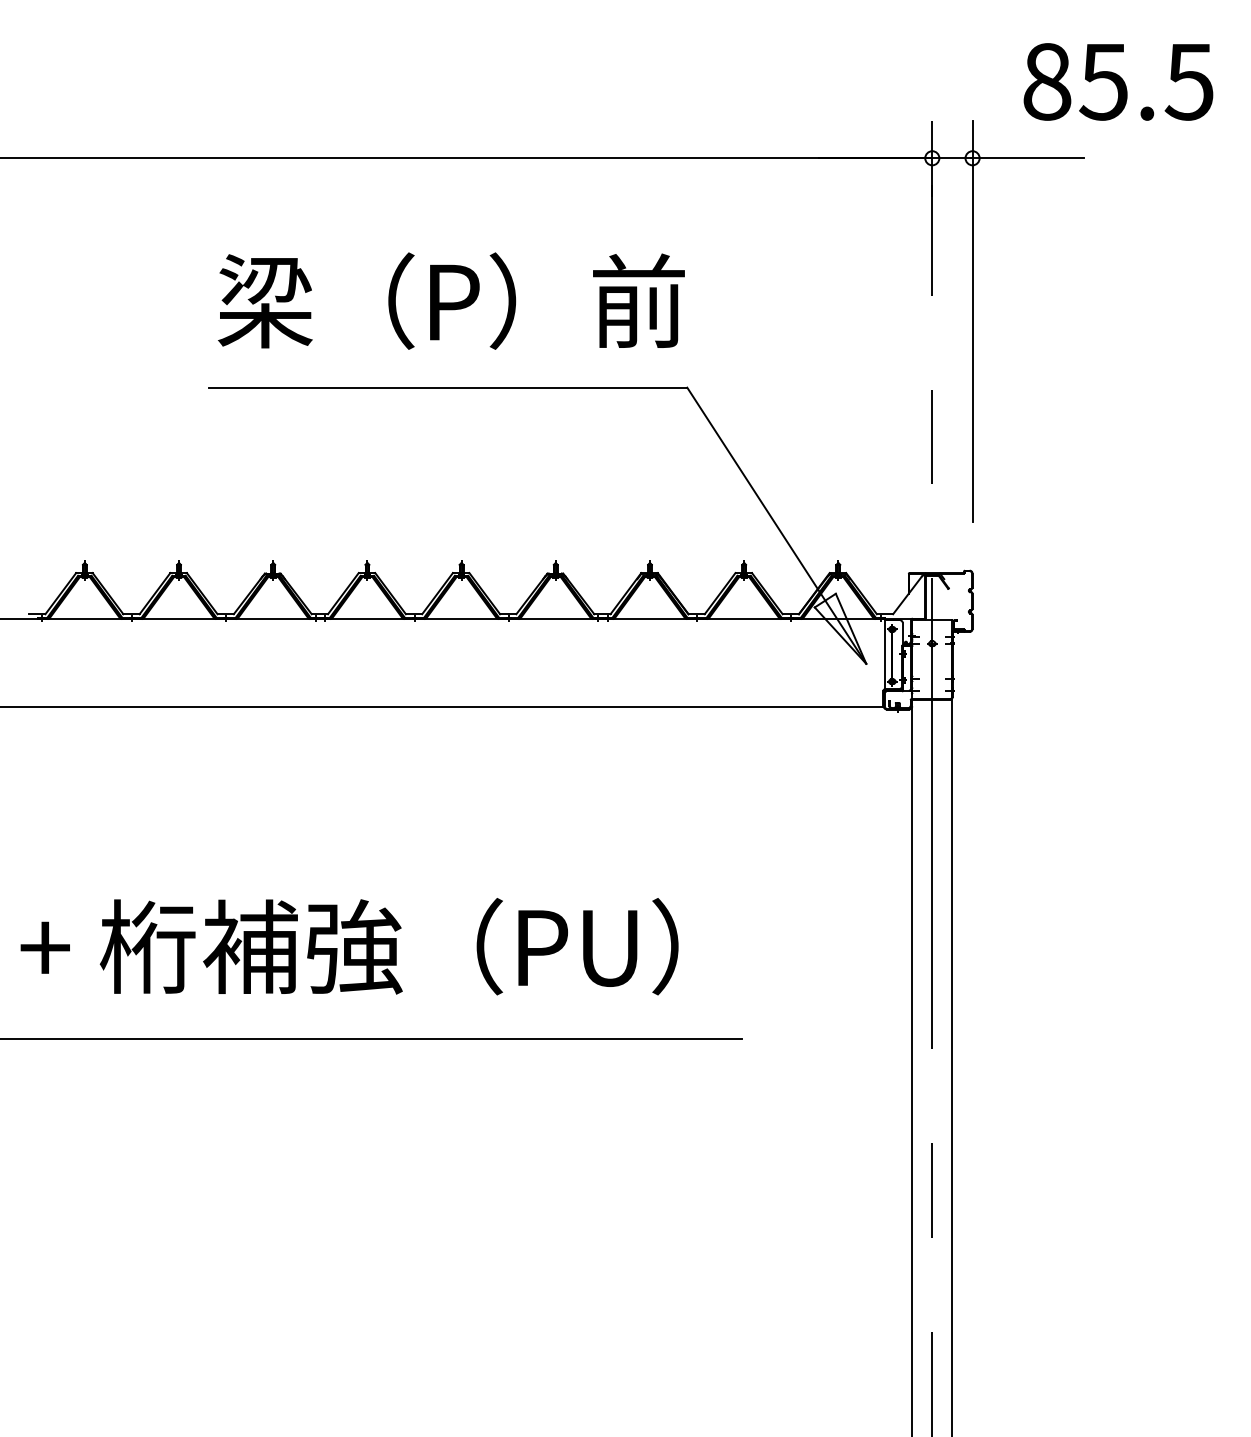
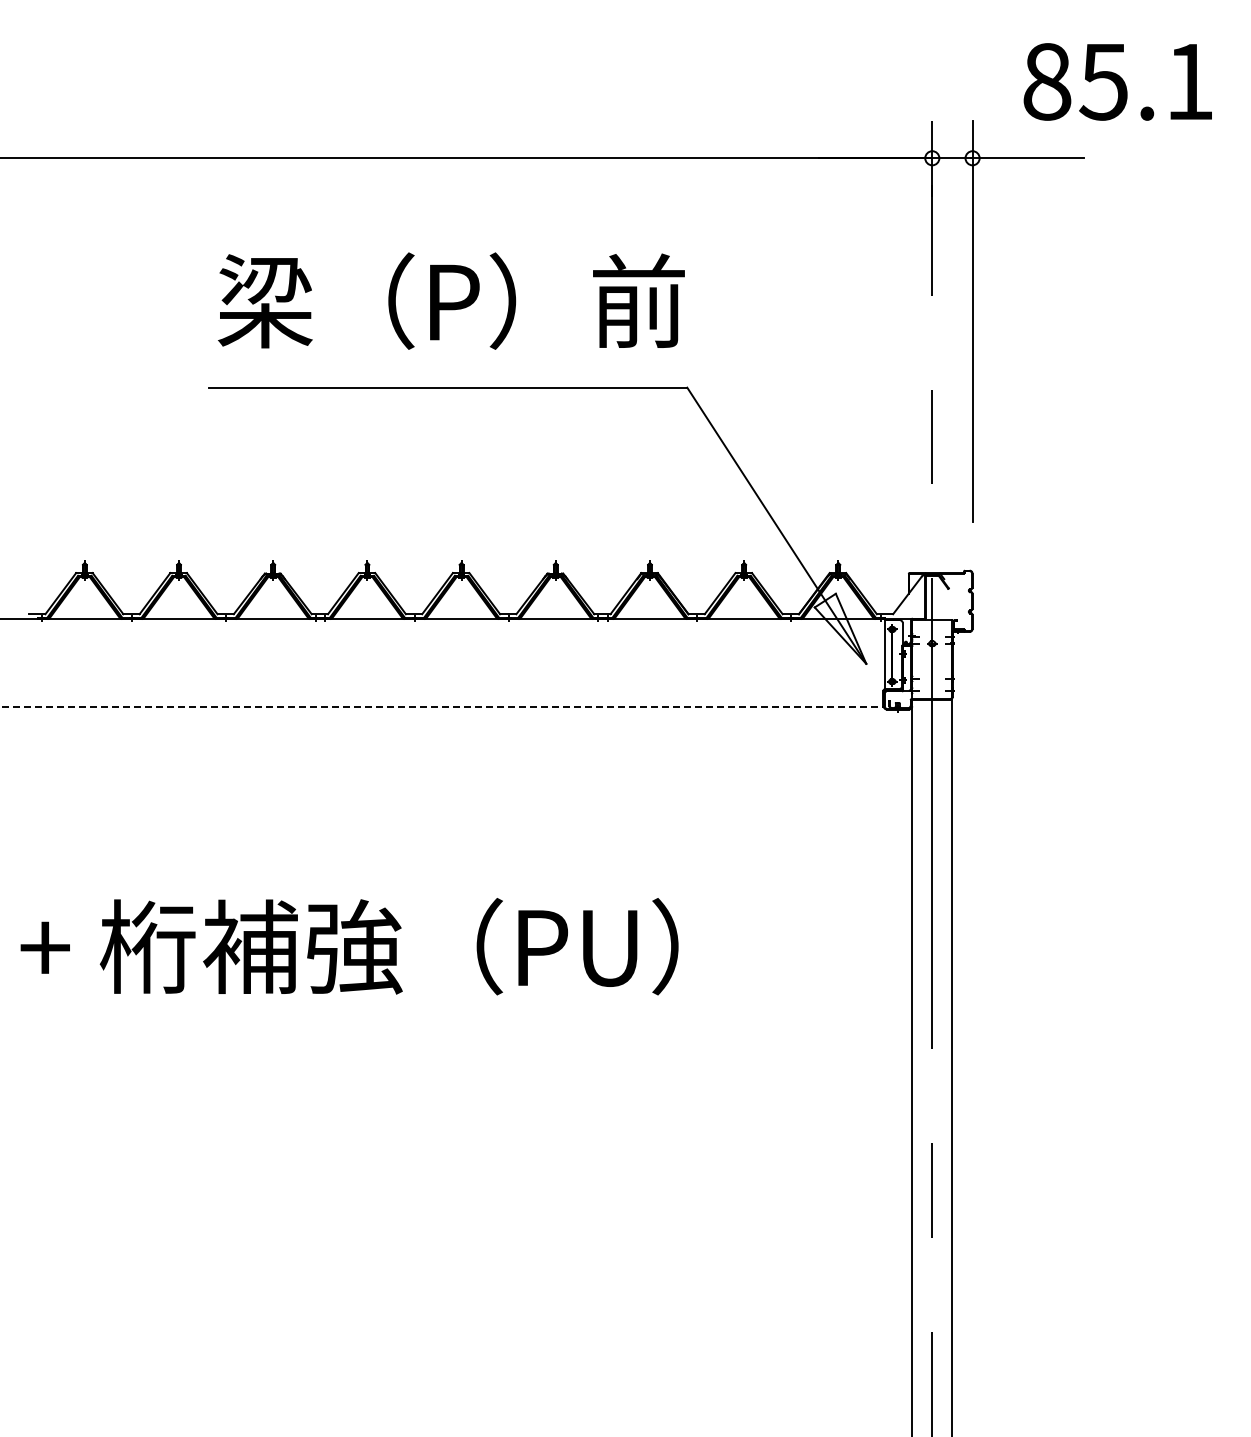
text at (1188, 82): 85.5 -> 85.1
line at (442, 706): solid -> dashed
line at (372, 1038): present -> none
